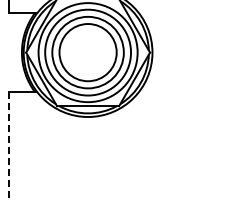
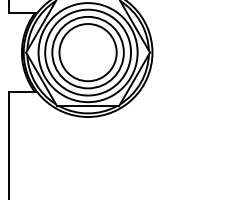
line at (9, 145): dashed -> solid
